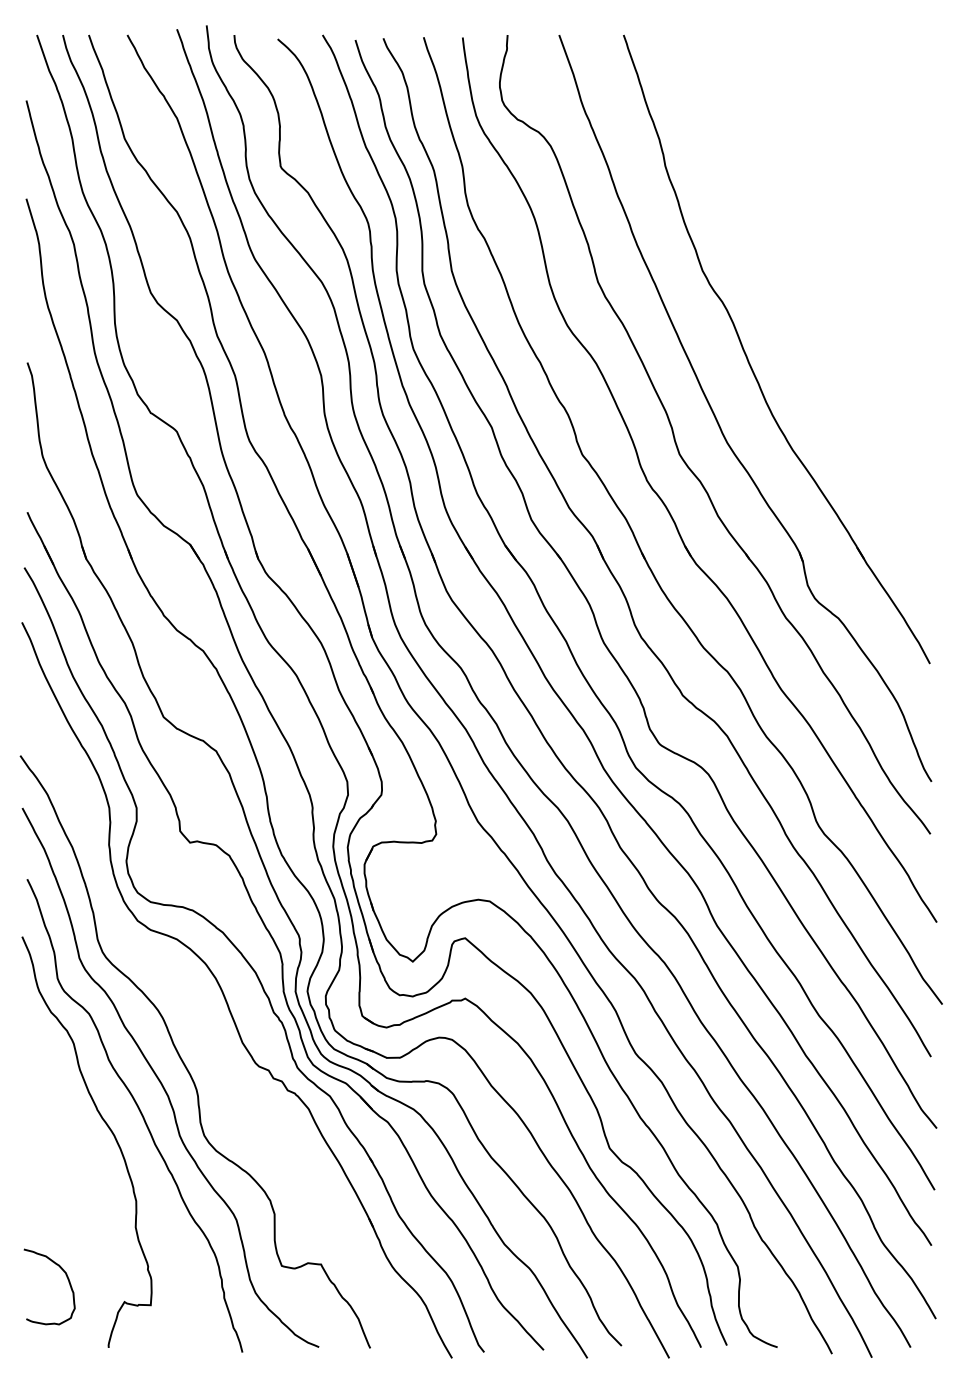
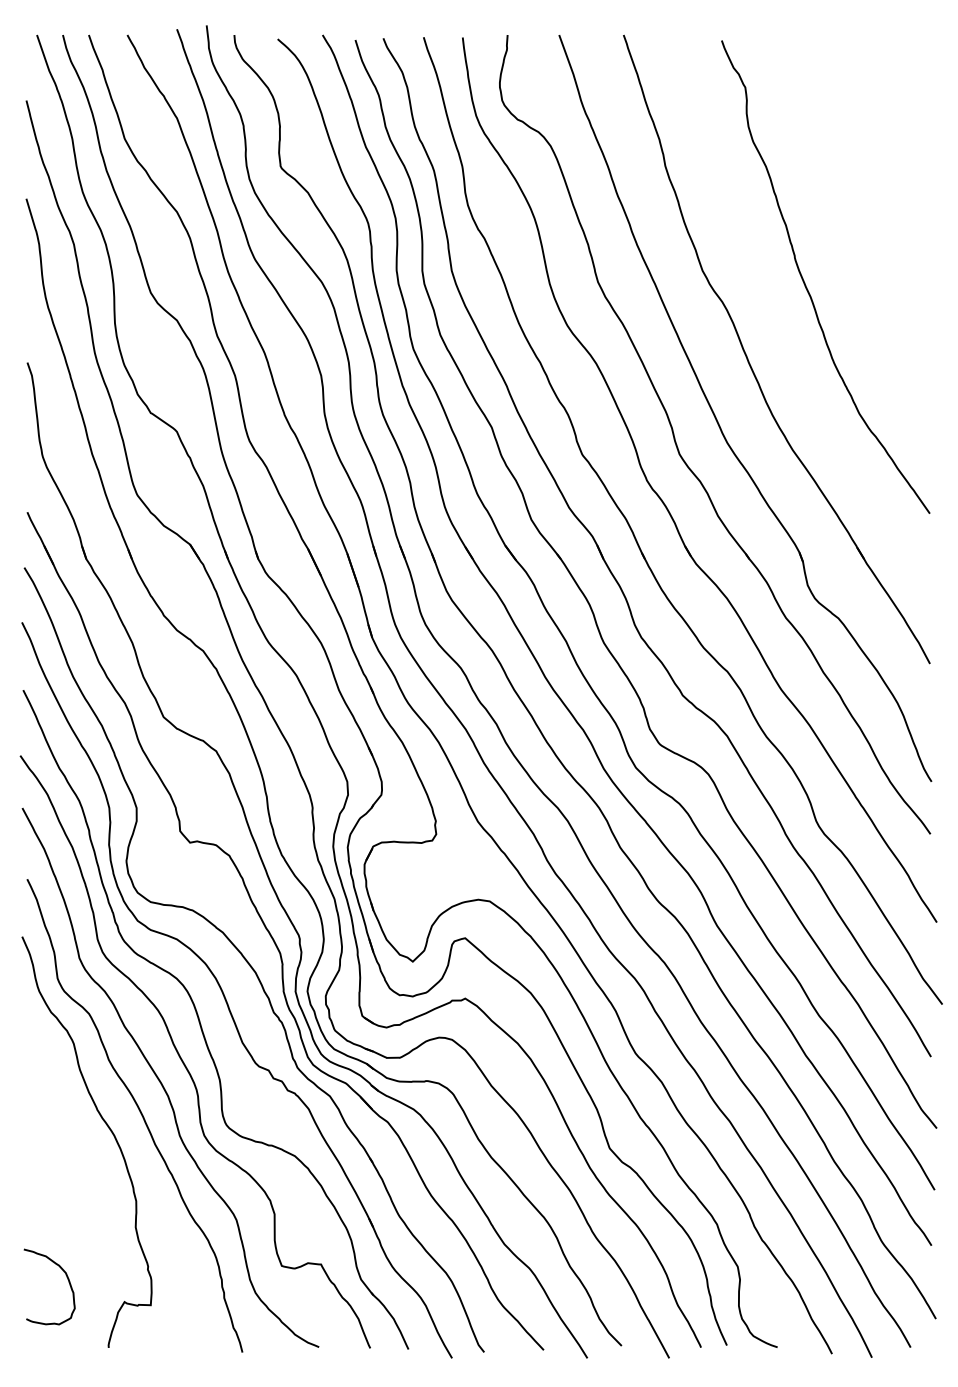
curve at (805, 282): none -> present
part at (201, 1024): none -> present
